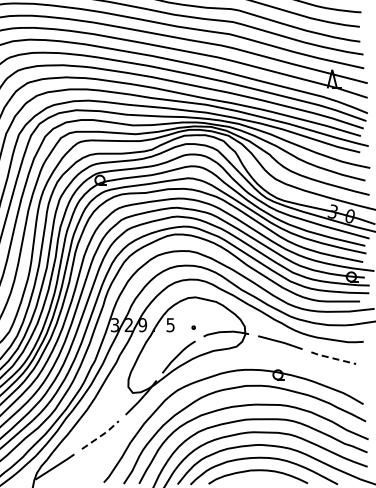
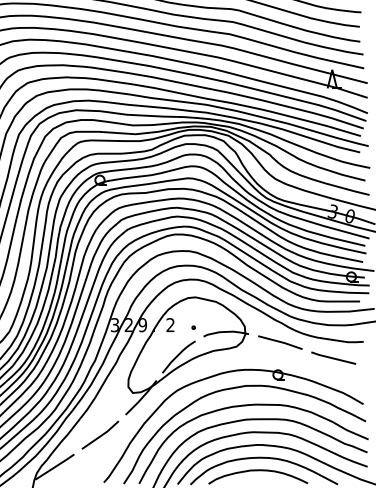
text at (170, 325): 5 -> 2
line at (333, 358): dashed -> solid
line at (101, 435): dashed -> solid
